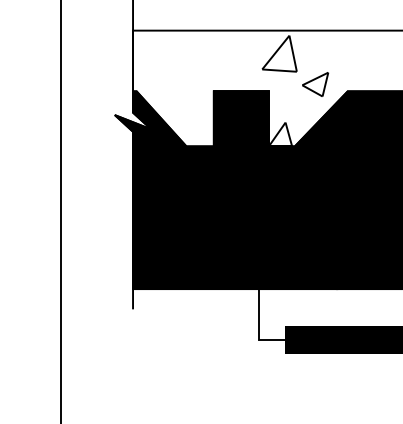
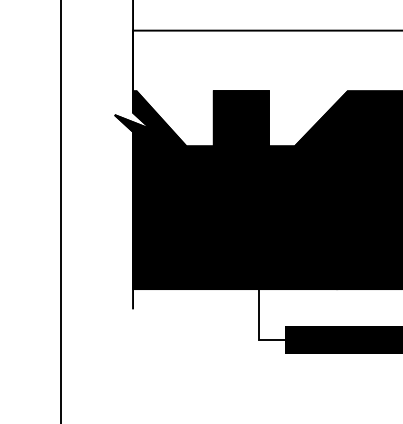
hatch at (295, 90): present -> none
